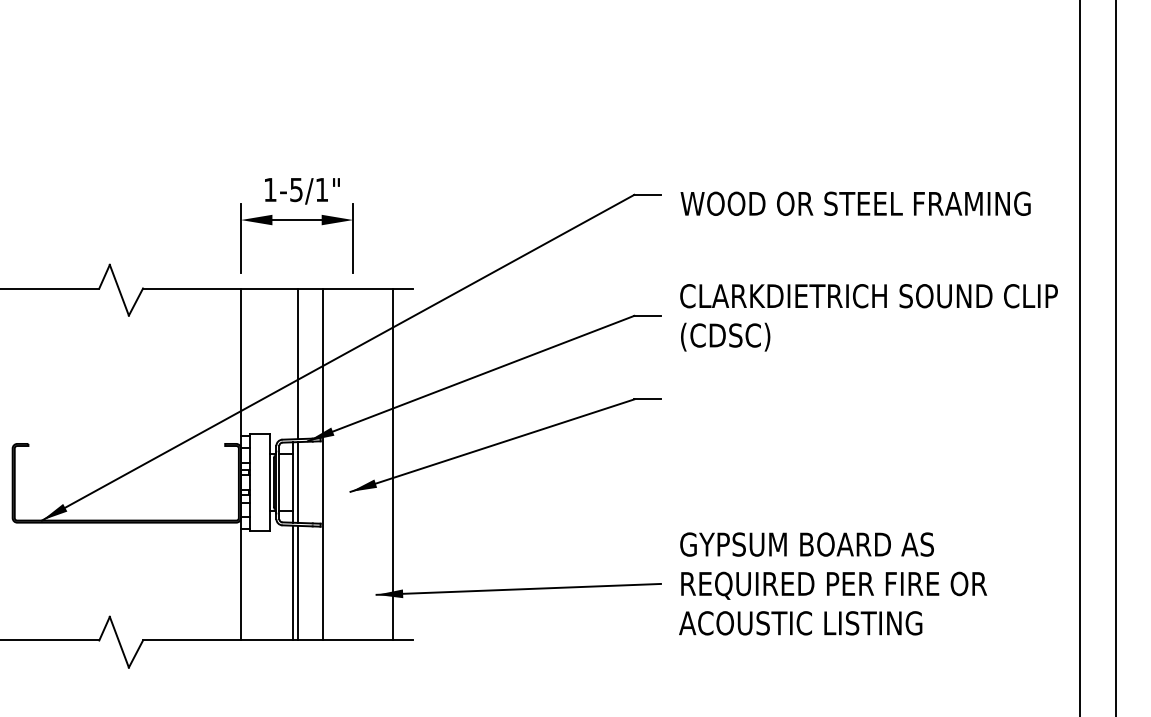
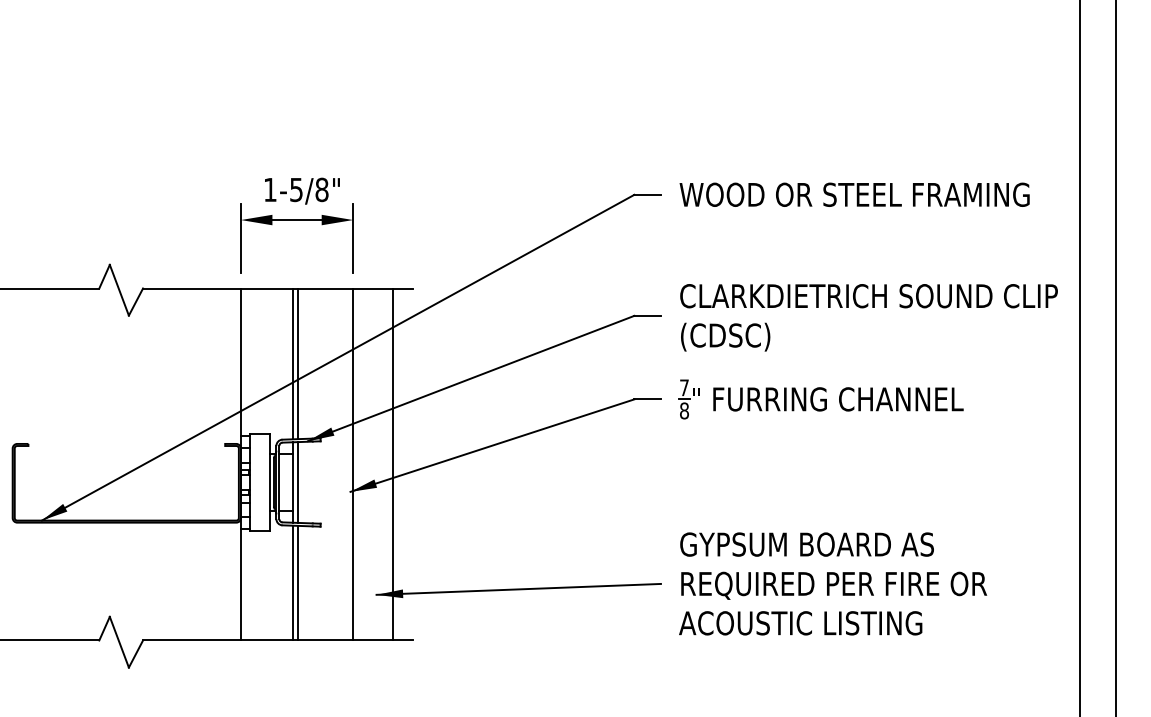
text at (321, 189): 1-5/1" -> 1-5/8"
text at (855, 203) position: (855, 203) -> (854, 194)
line at (293, 363): none -> present
part at (820, 399): none -> present
line at (323, 464) position: (323, 464) -> (353, 464)
